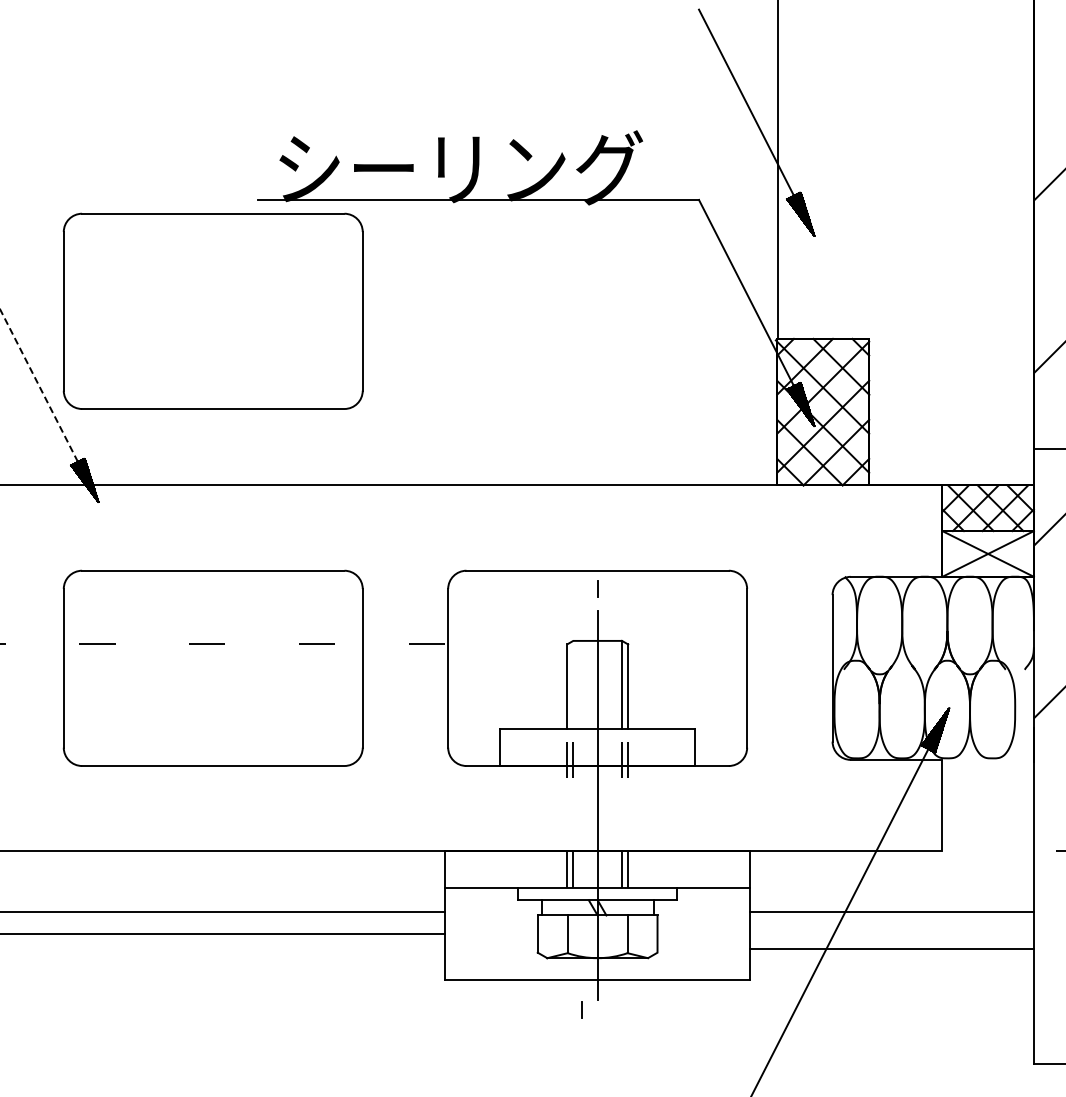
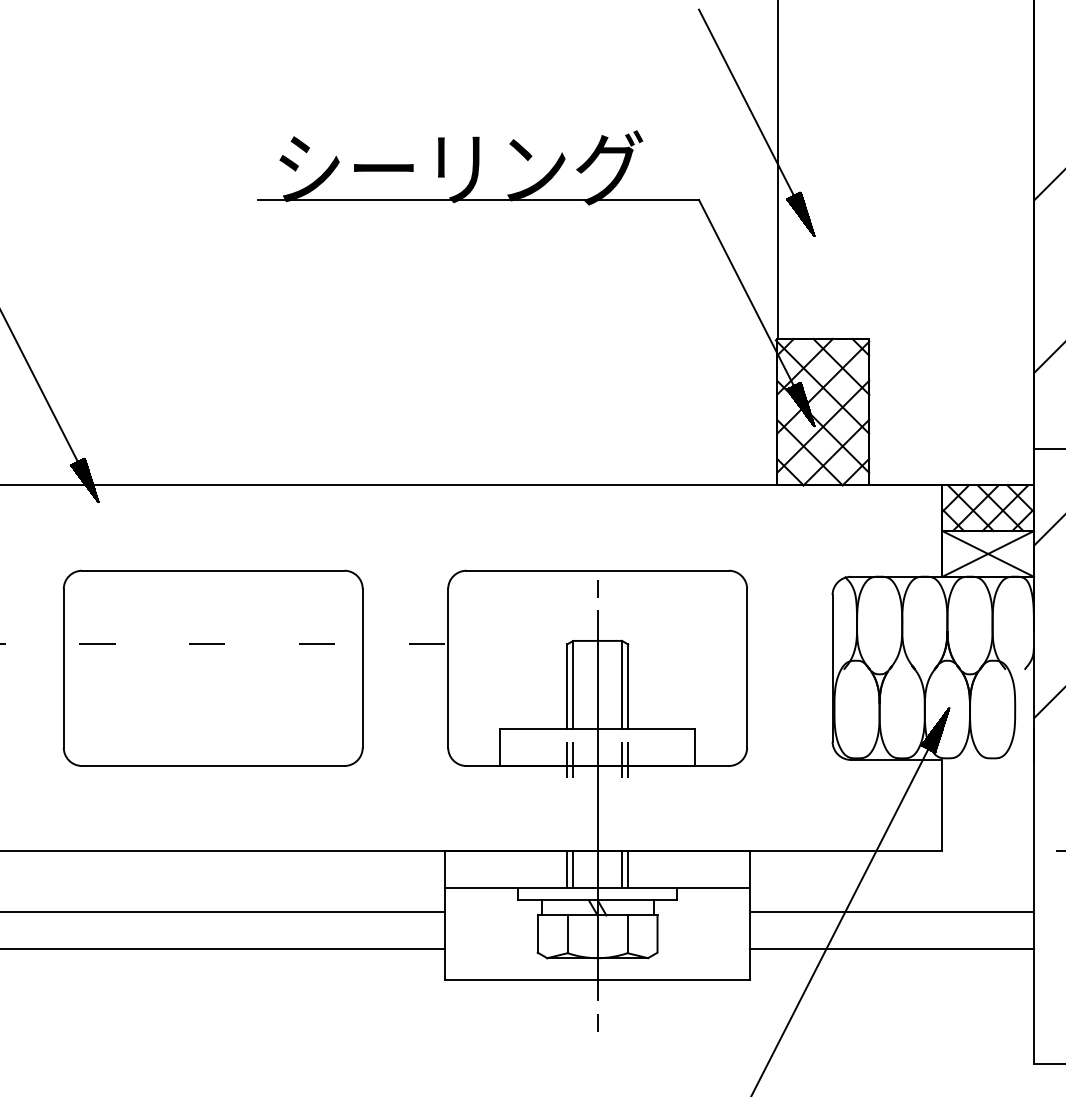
part at (212, 310): present -> none
line at (38, 385): dashed -> solid
line at (573, 684): none -> present
line at (223, 934) position: (223, 934) -> (223, 949)
line at (581, 1009) position: (581, 1009) -> (597, 1022)
